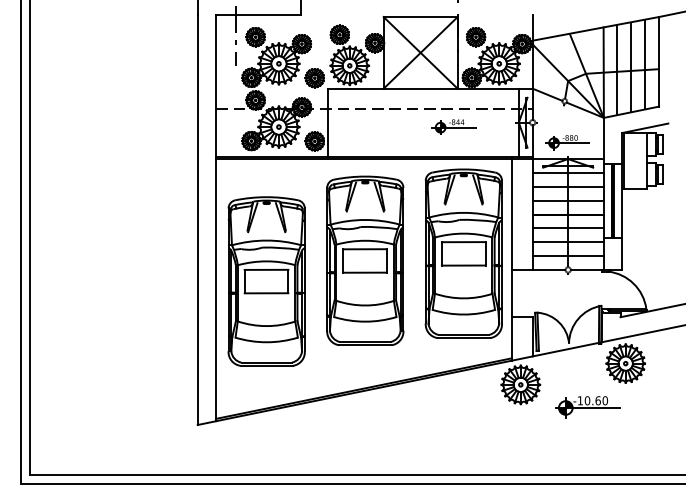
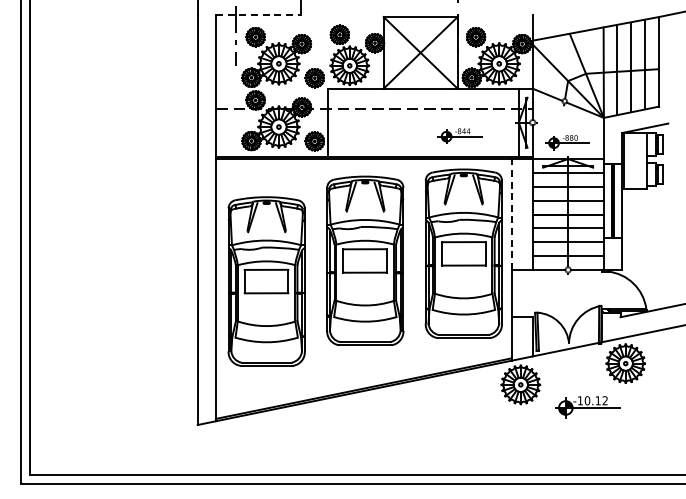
line at (258, 14): solid -> dashed
part at (453, 126) position: (453, 126) -> (459, 135)
line at (511, 213): solid -> dashed
text at (601, 400): -10.60 -> -10.12
